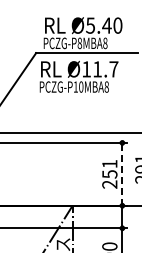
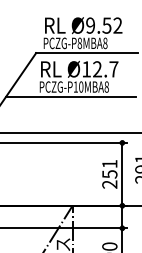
text at (104, 25): Ø5.40 -> Ø9.52
text at (97, 69): Ø11.7 -> Ø12.7
line at (70, 96): none -> present
line at (122, 173): dashed -> solid
